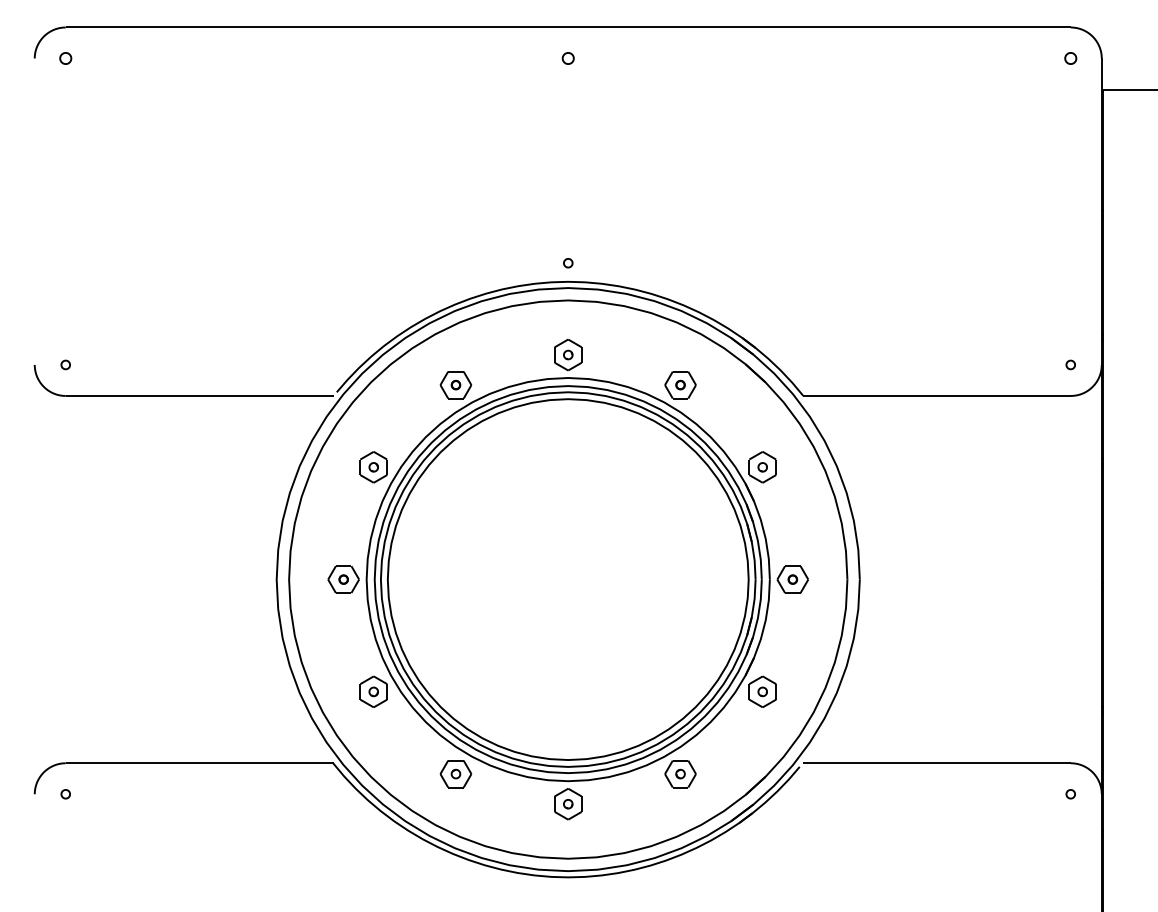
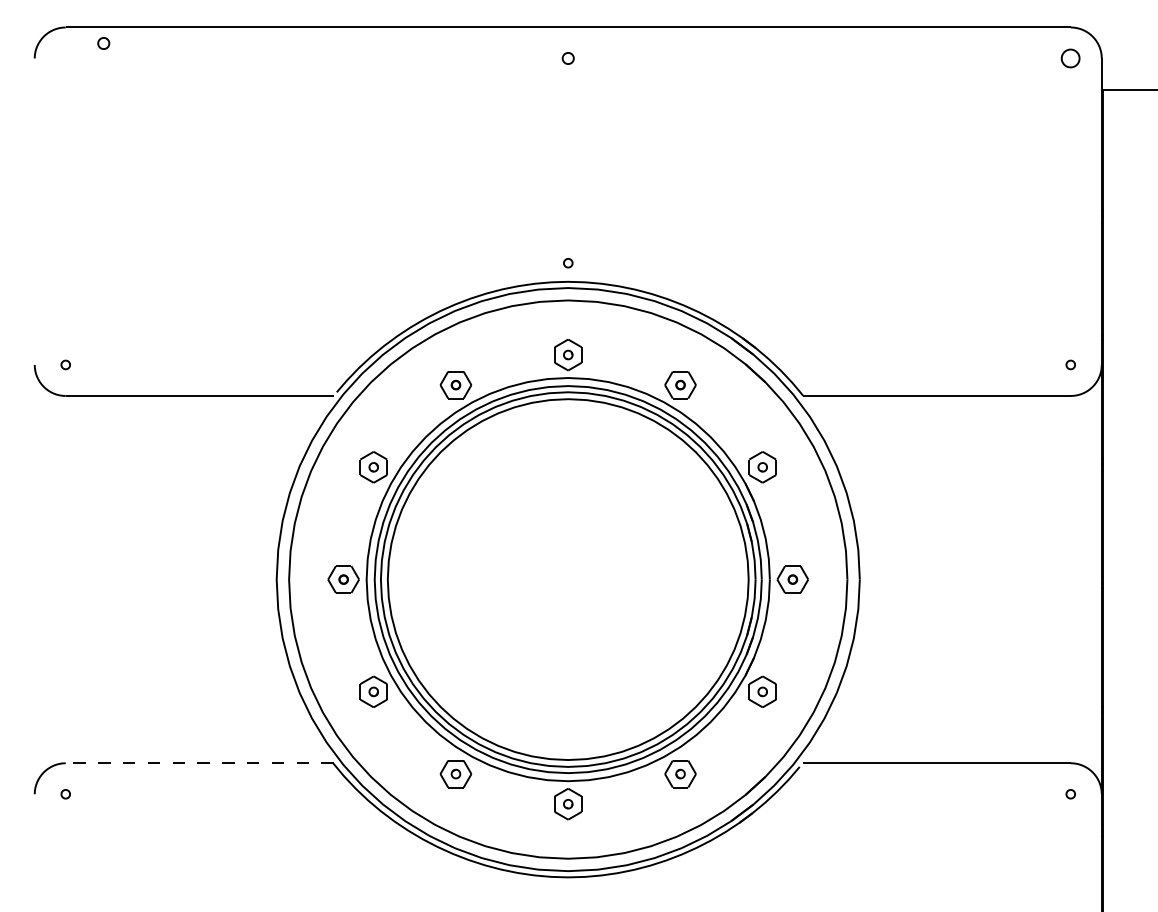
part at (65, 58) position: (65, 58) -> (103, 43)
part at (1070, 58) size: 14x13 px -> 21x21 px
line at (199, 763): solid -> dashed
